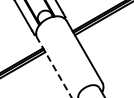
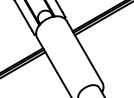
line at (54, 68): dashed -> solid
